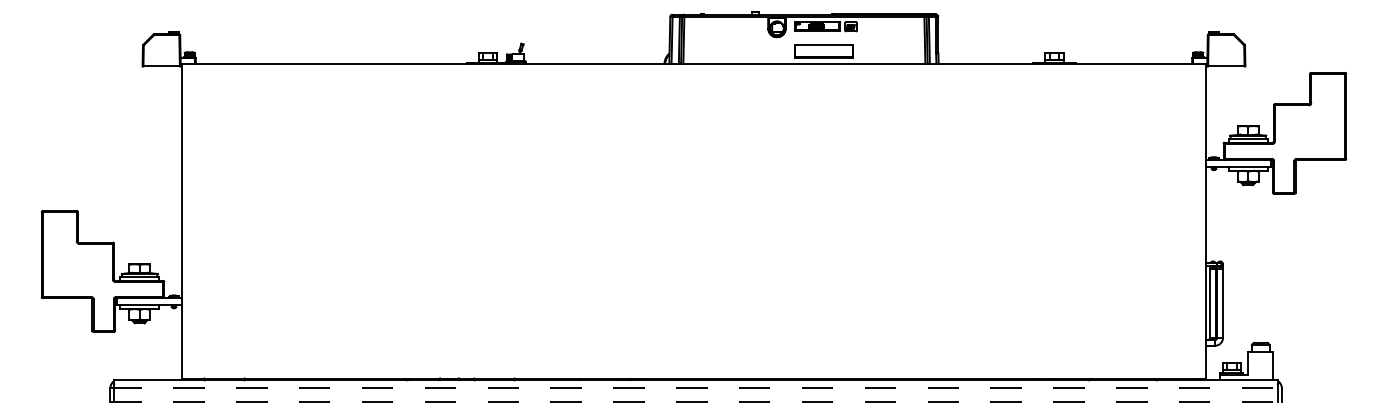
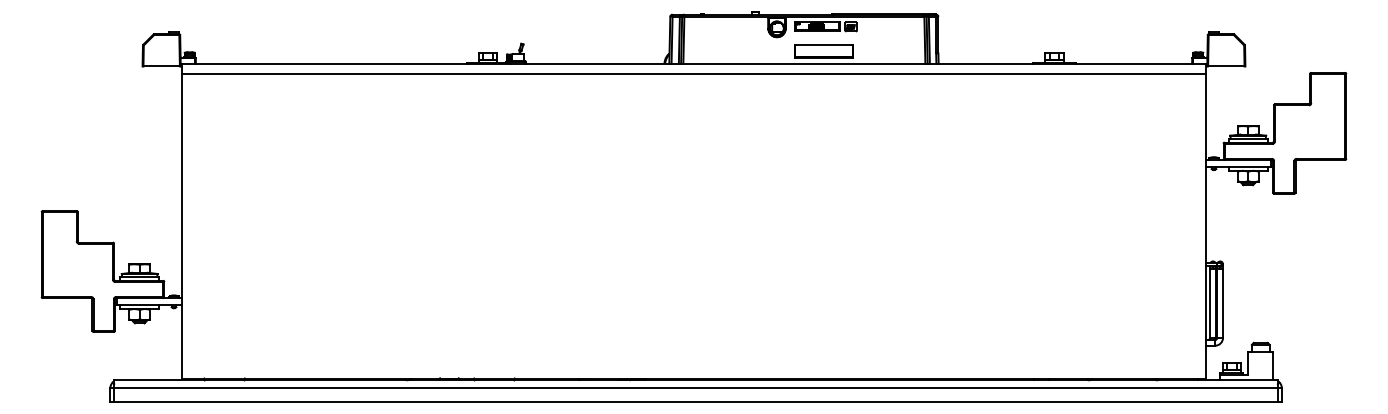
line at (693, 74): none -> present
line at (696, 388): dashed -> solid
line at (696, 401): dashed -> solid
